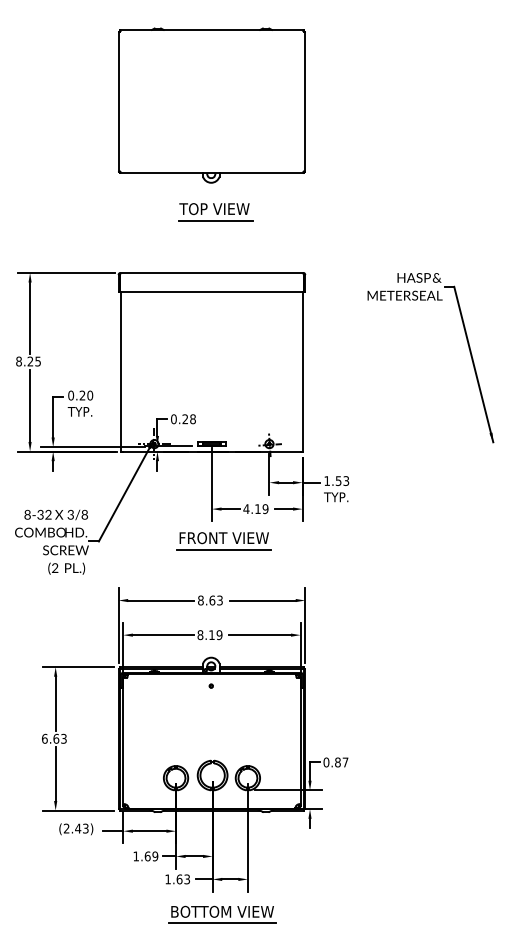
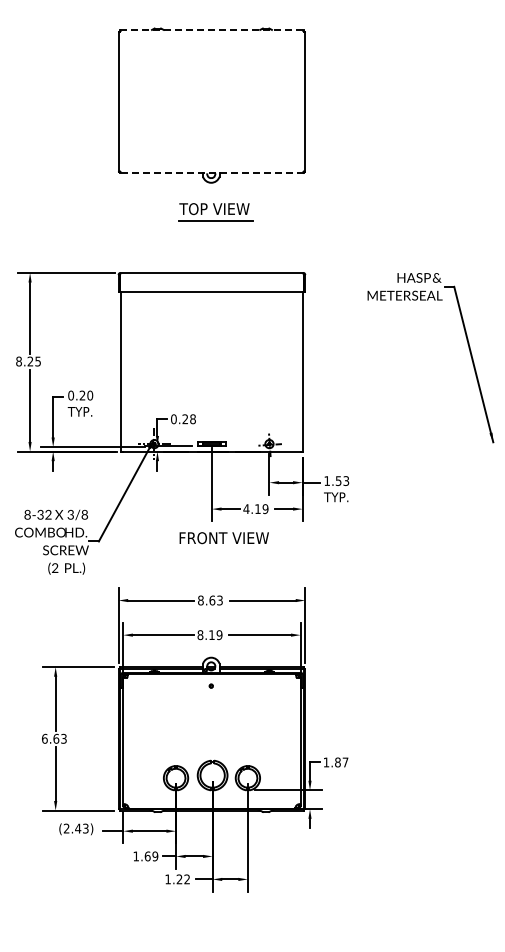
line at (211, 29): solid -> dashed
line at (211, 173): solid -> dashed
line at (224, 549): present -> none
text at (326, 762): 0.87 -> 1.87
text at (183, 879): 1.63 -> 1.22
part at (222, 914): present -> none
